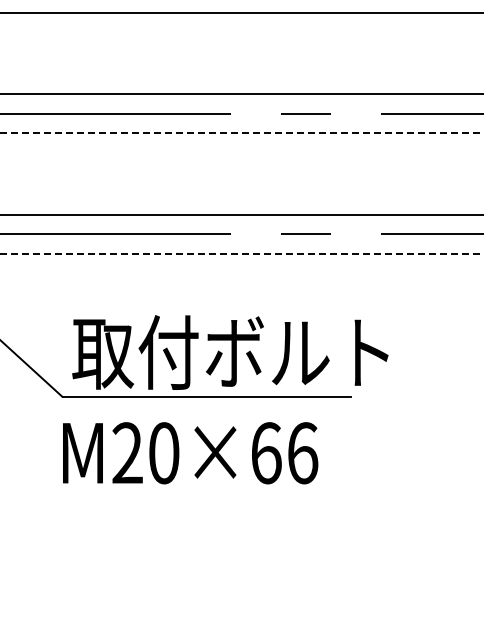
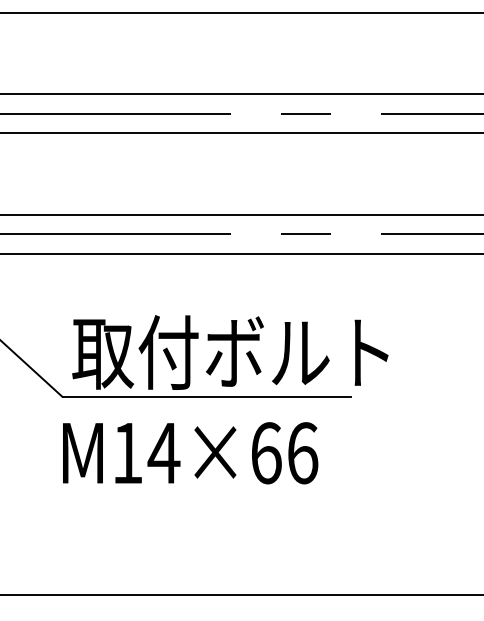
line at (241, 133): dashed -> solid
line at (241, 253): dashed -> solid
text at (146, 453): M20×66 -> M14×66
line at (241, 595): none -> present
